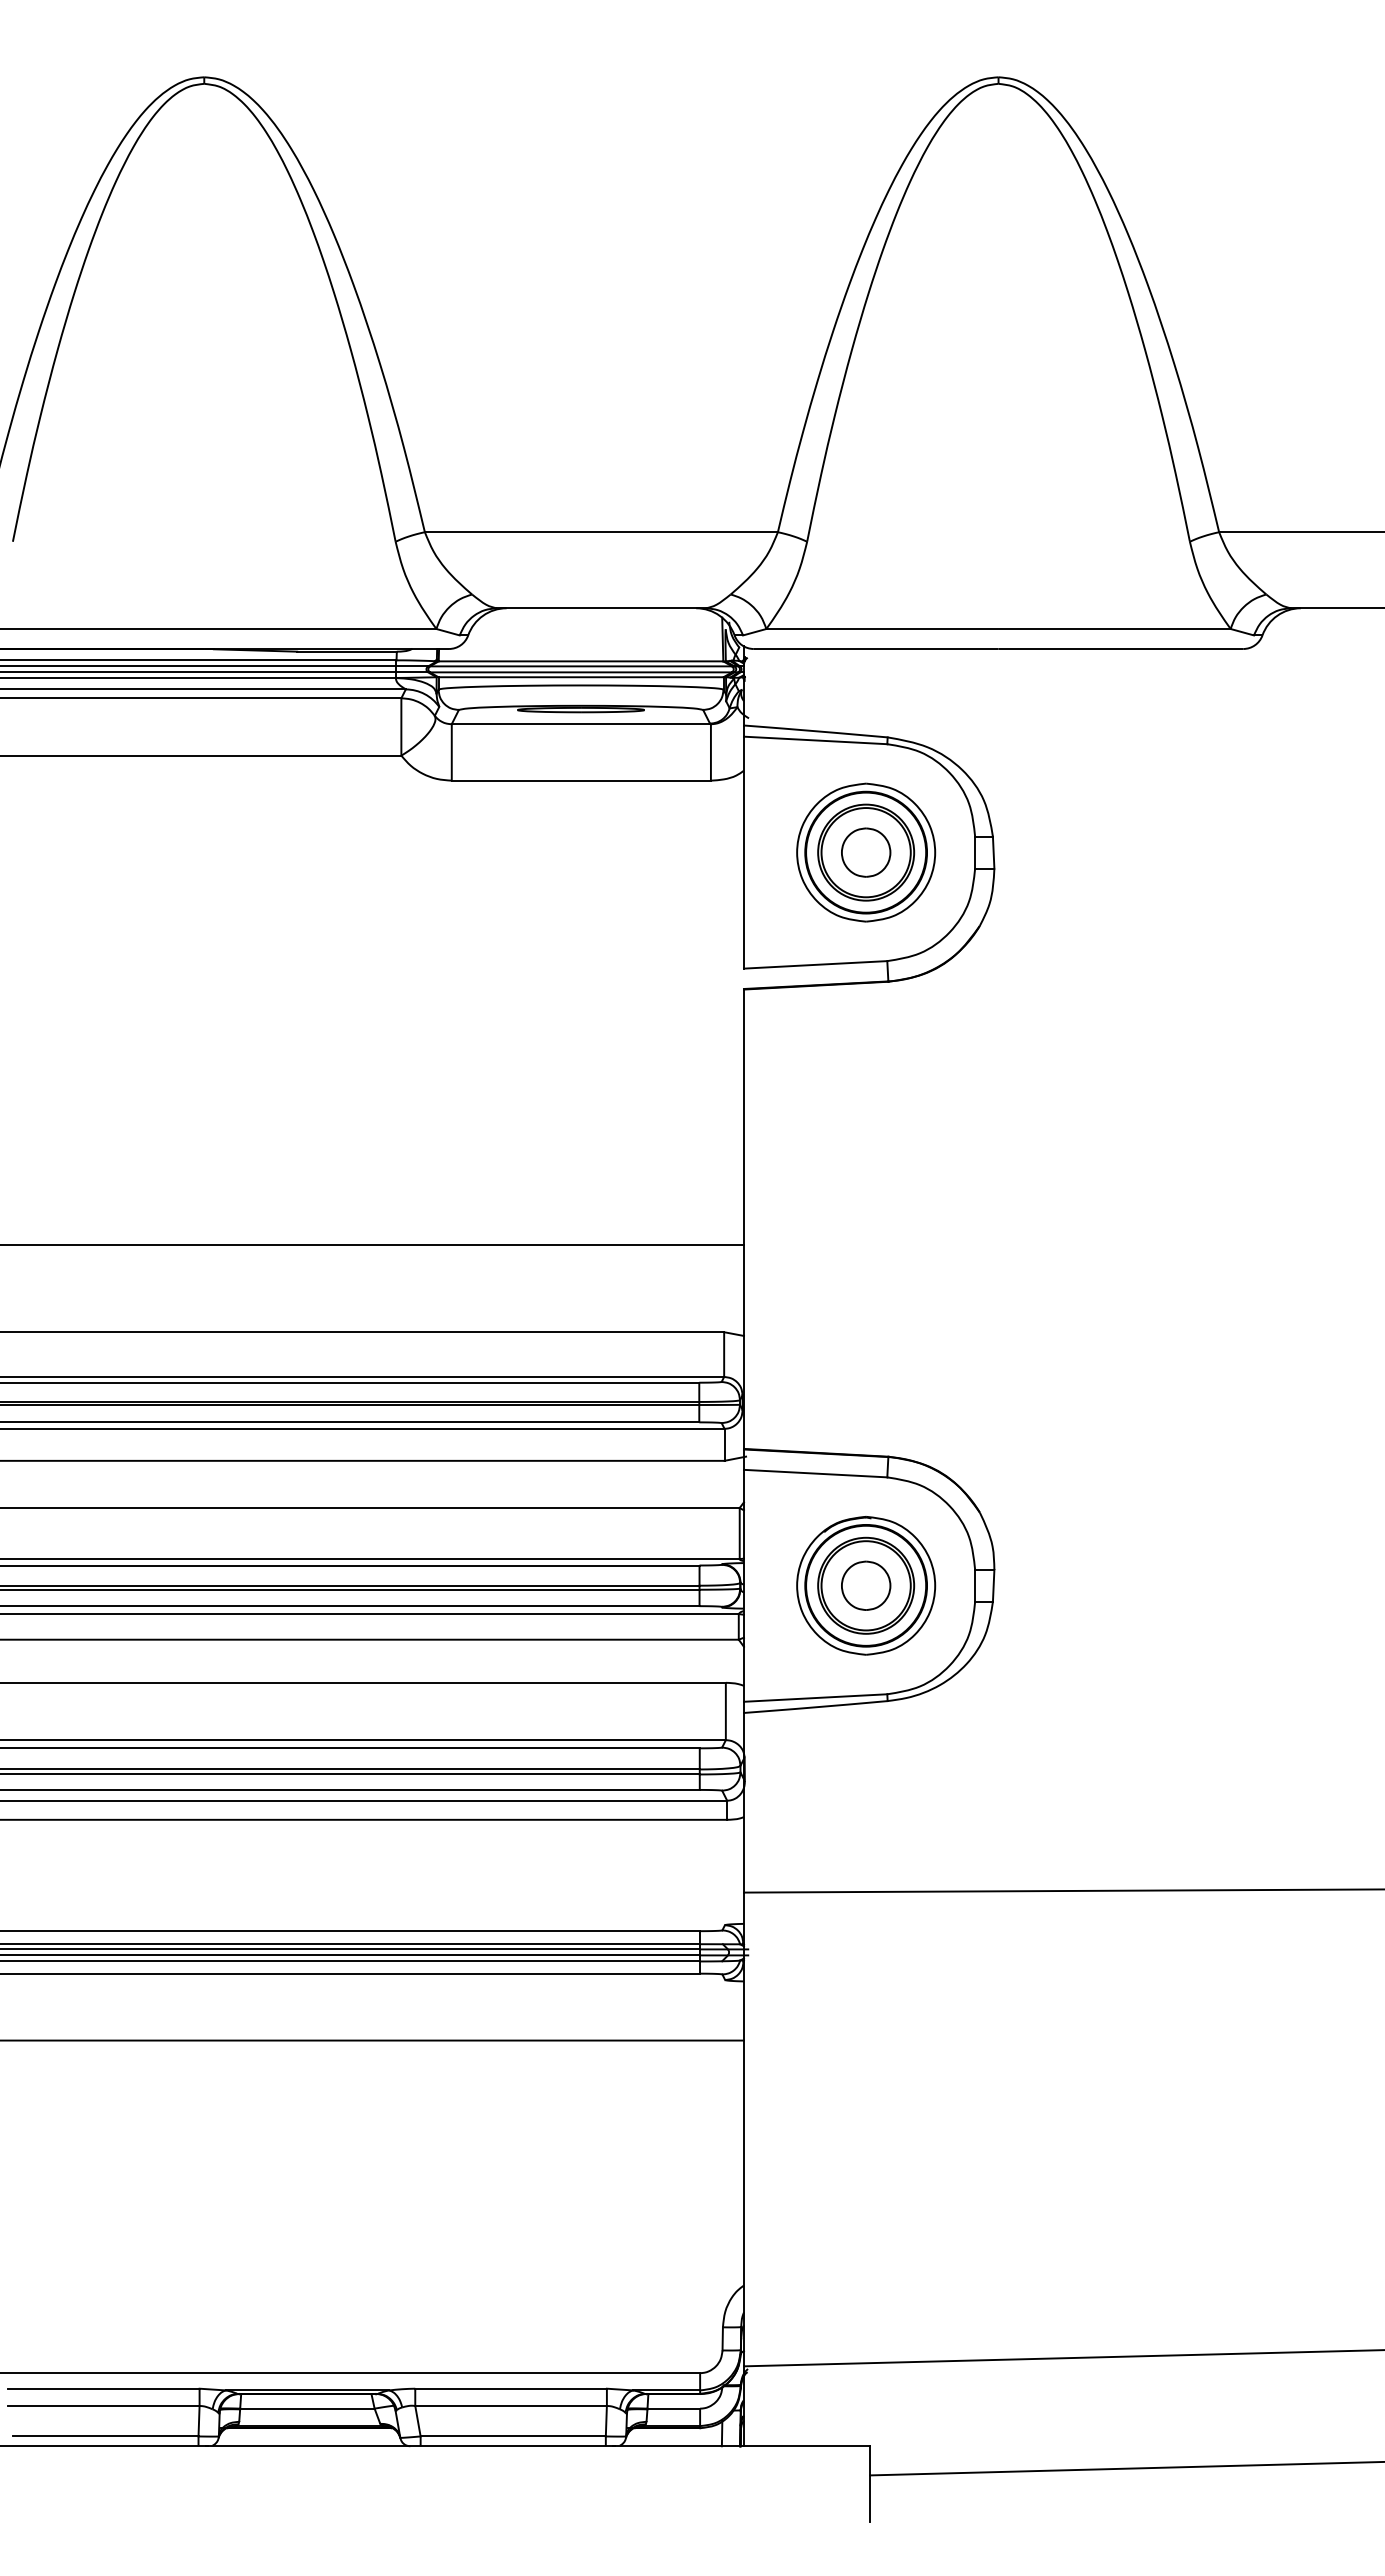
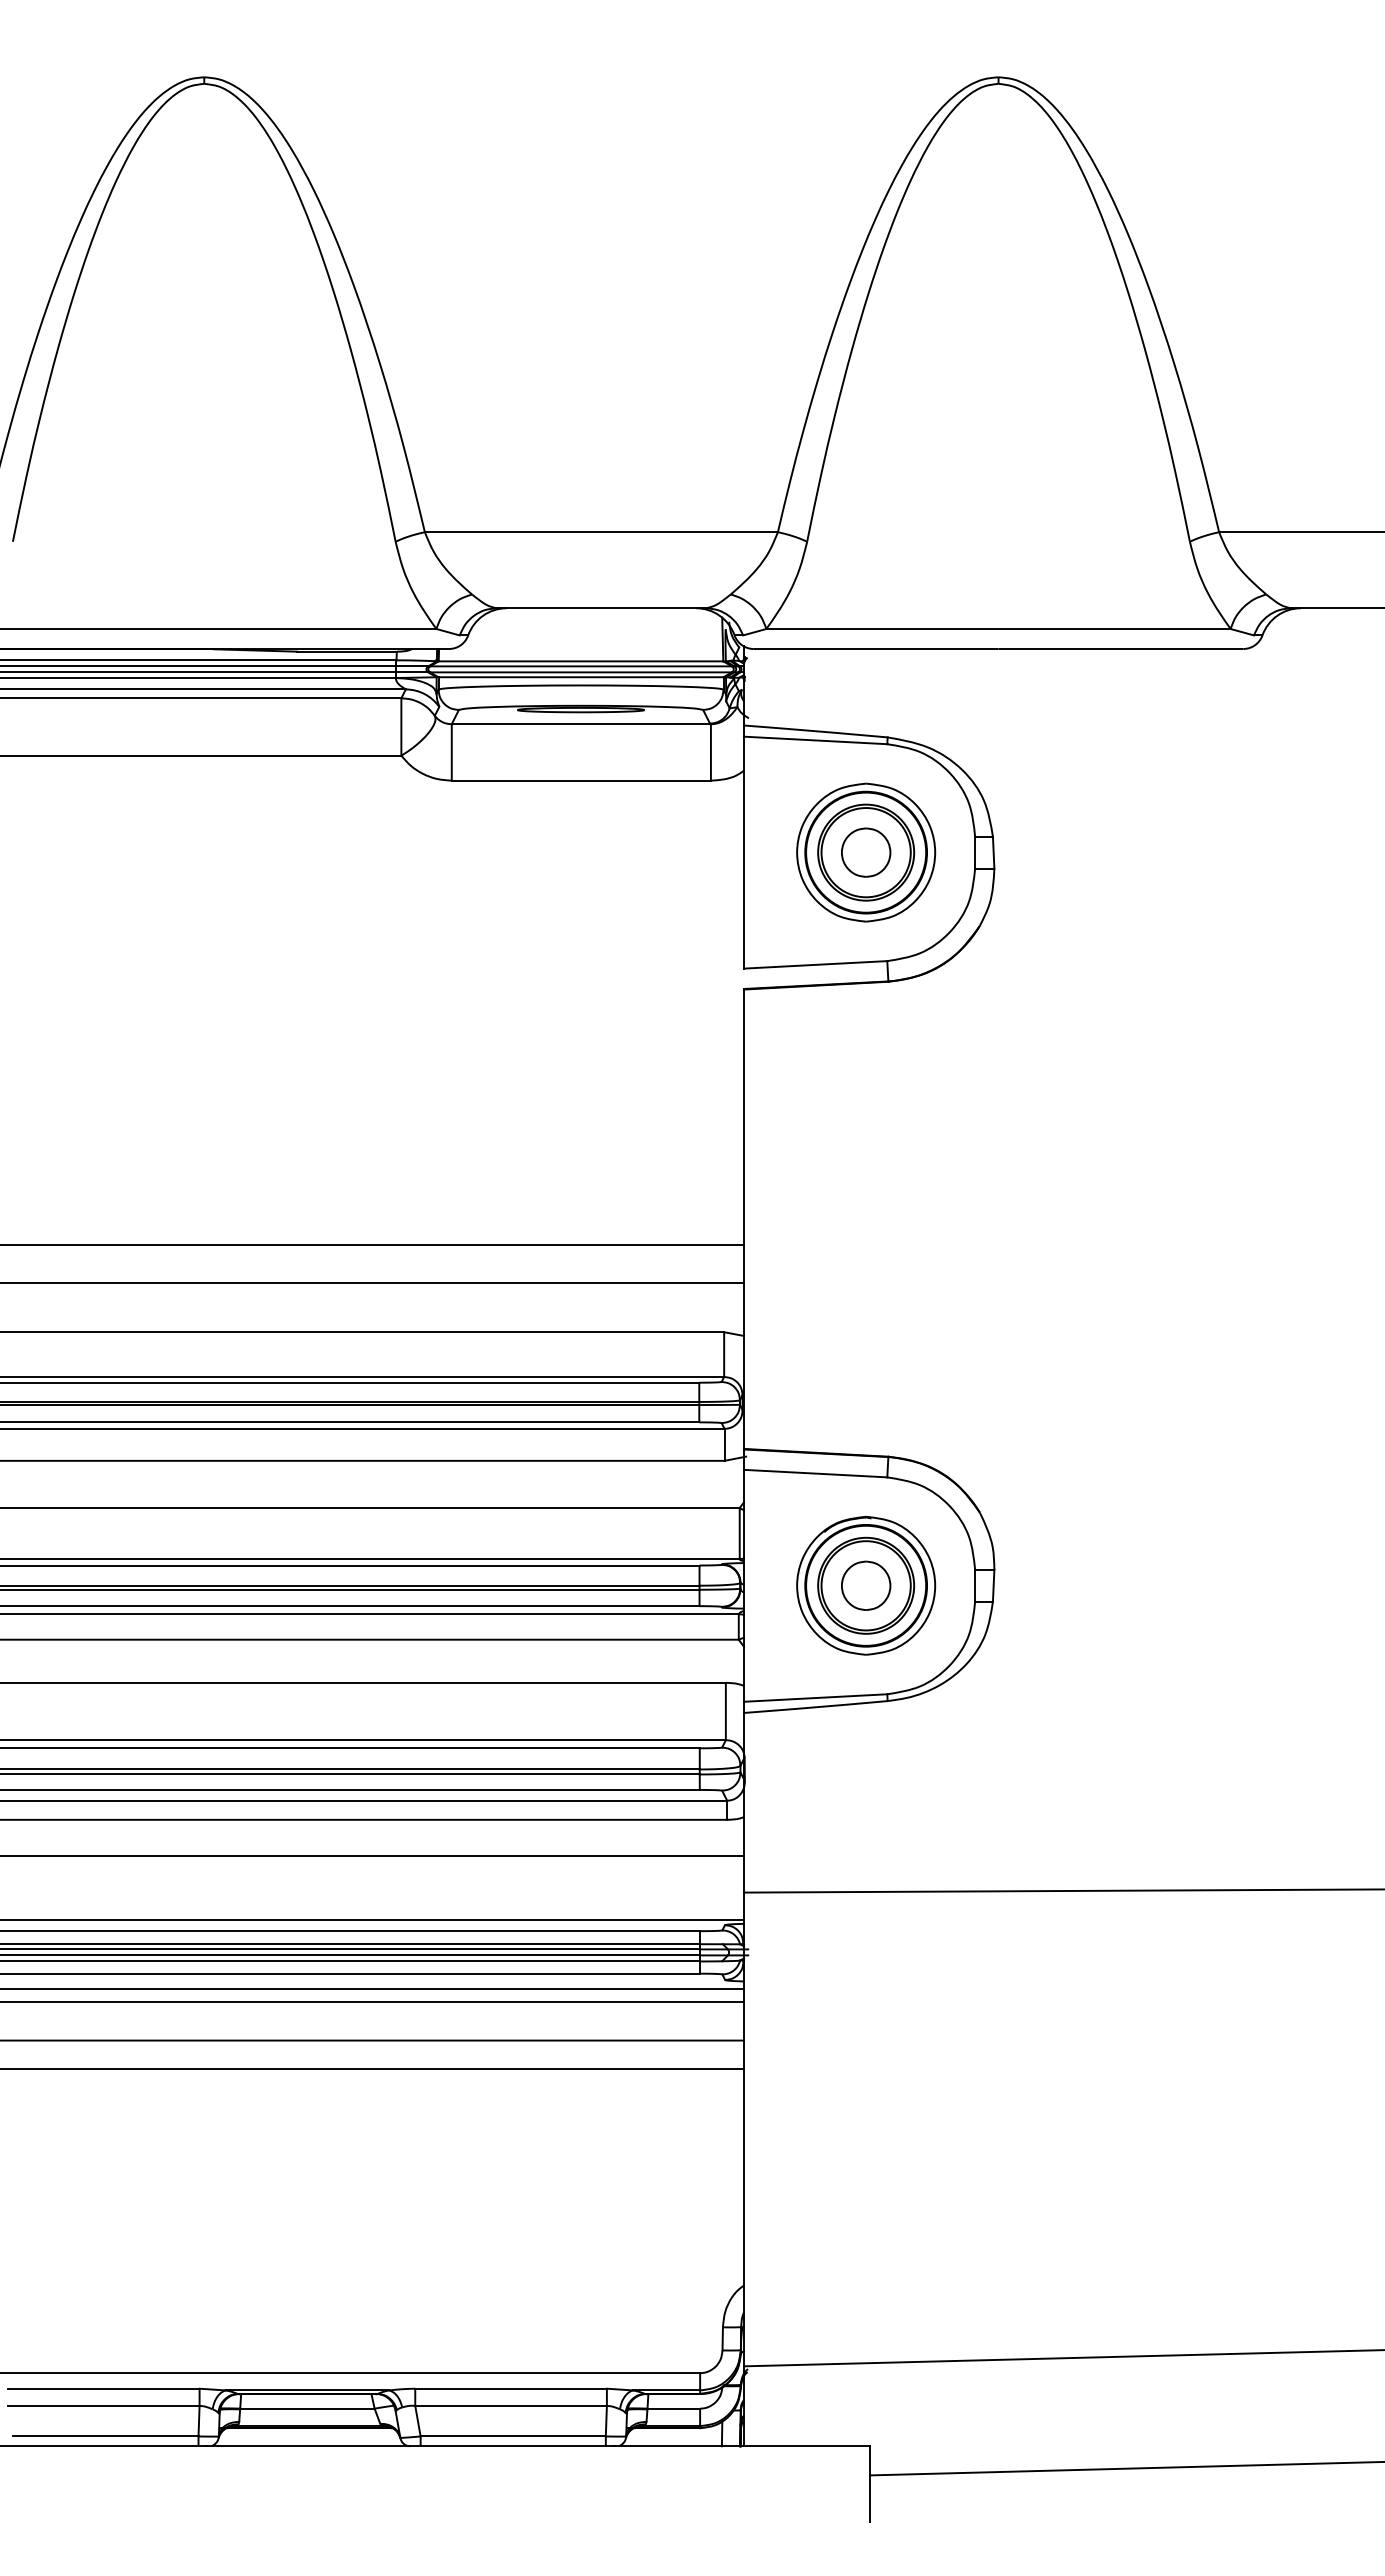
line at (372, 1283): none -> present
line at (372, 1856): none -> present
line at (372, 1919): none -> present
line at (372, 1989): none -> present
line at (372, 2001): none -> present
line at (372, 2068): none -> present
